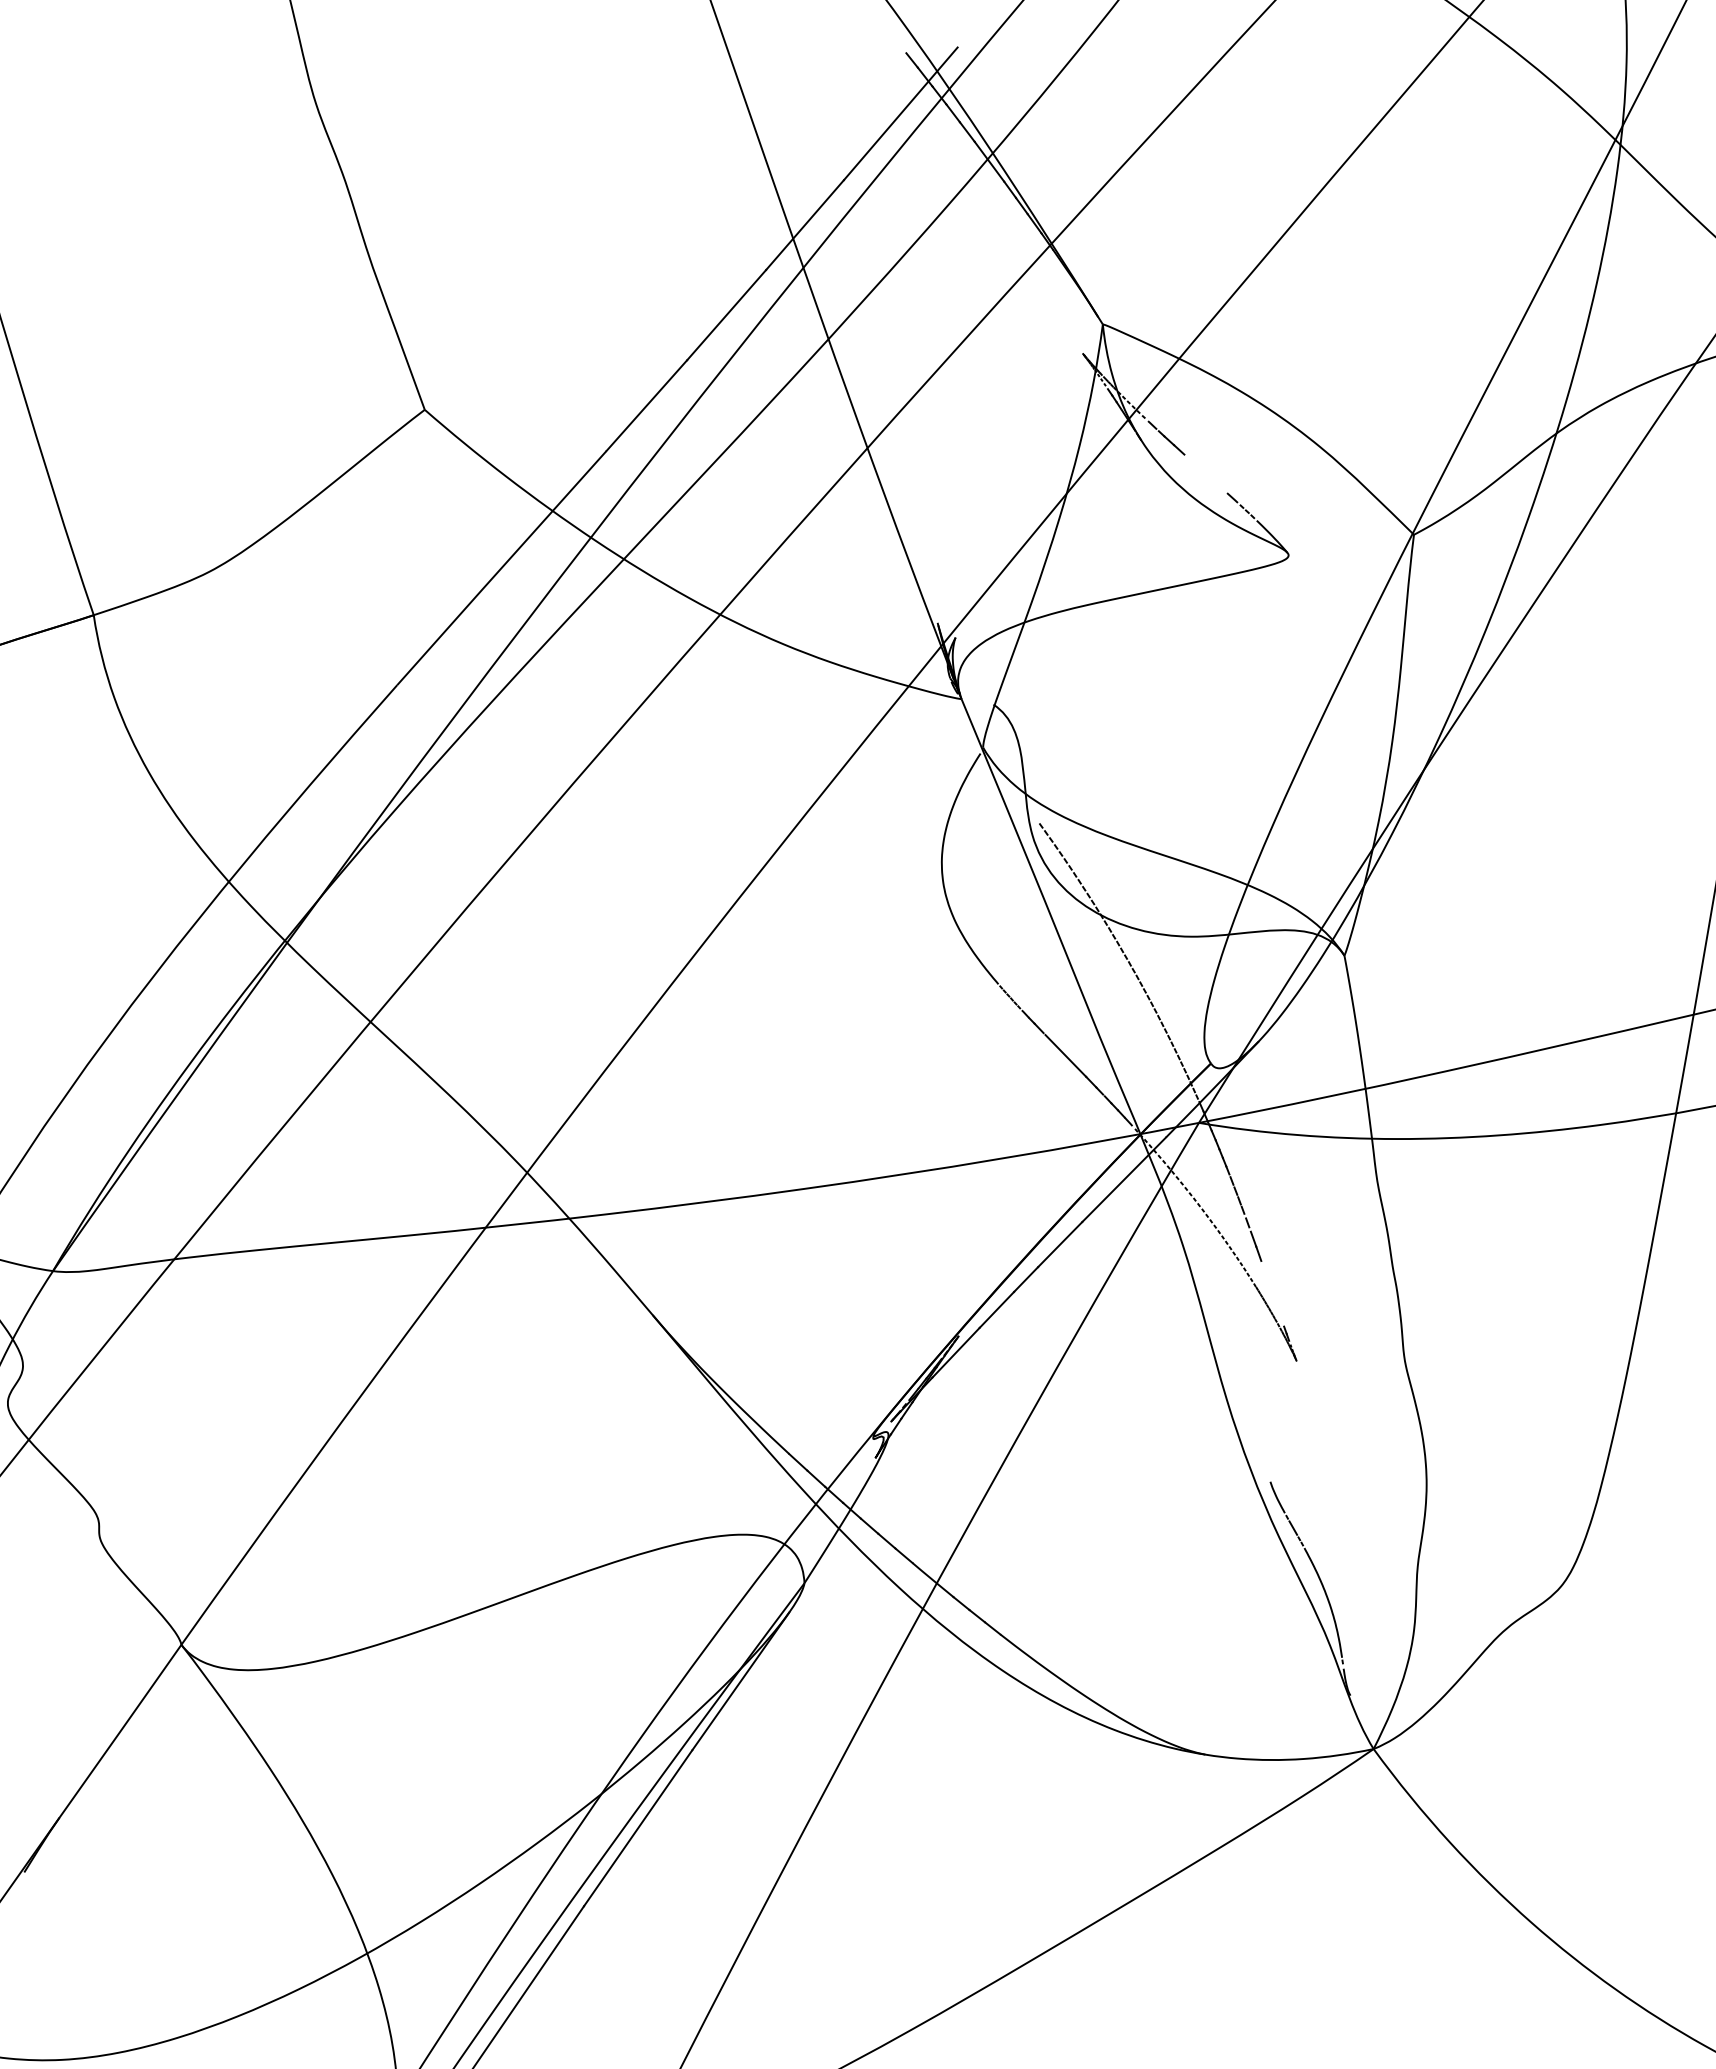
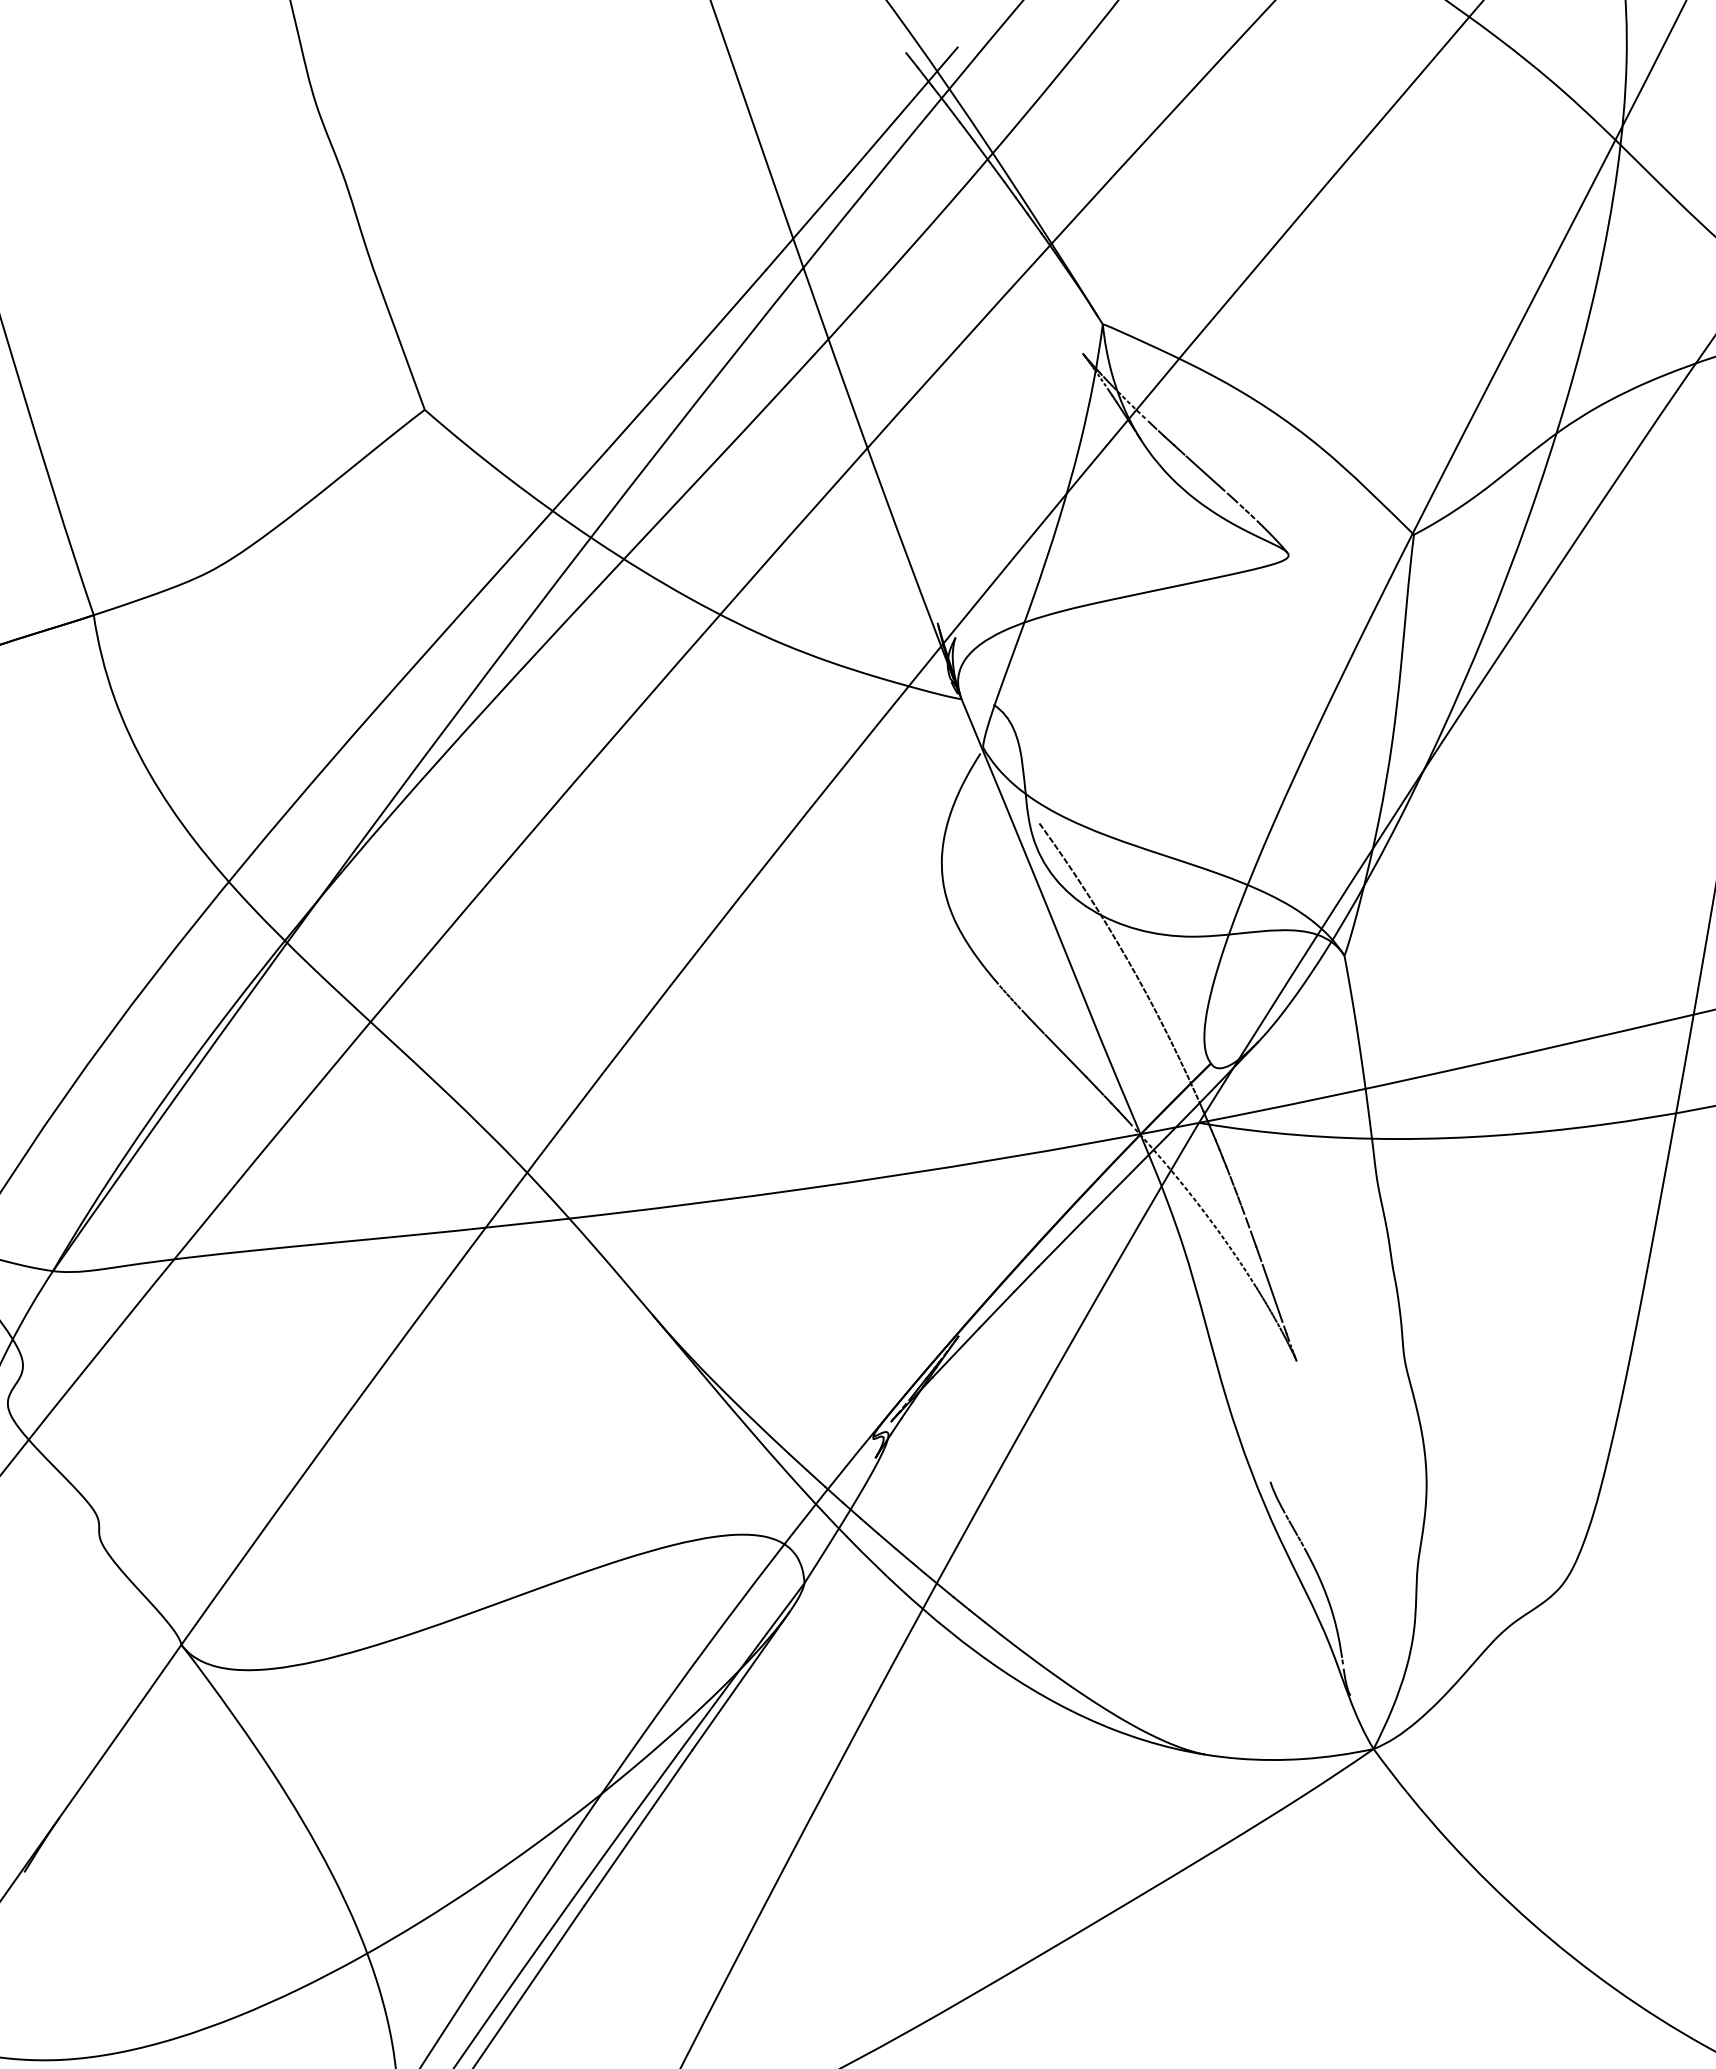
line at (1205, 473): none -> present
line at (1272, 1292): none -> present
